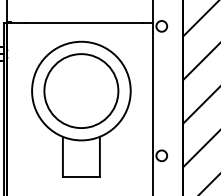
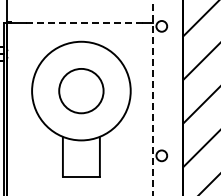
line at (84, 23): solid -> dashed
circle at (81, 91) diameter: 74 px -> 44 px
line at (152, 98): solid -> dashed
